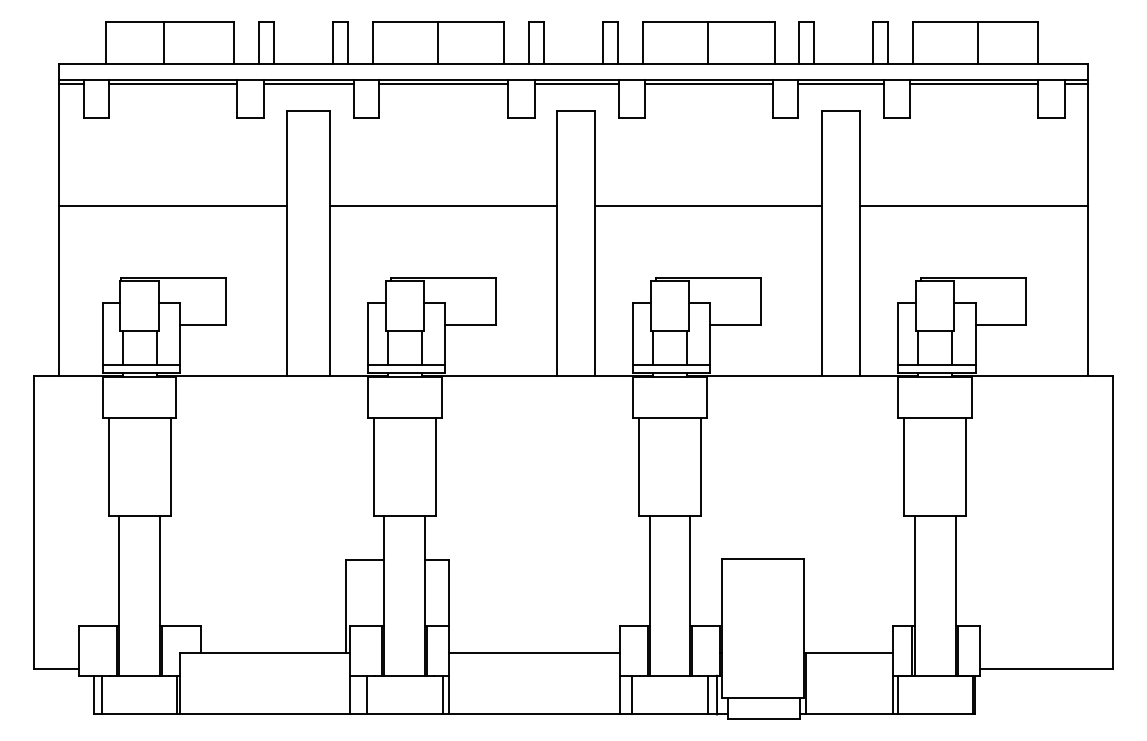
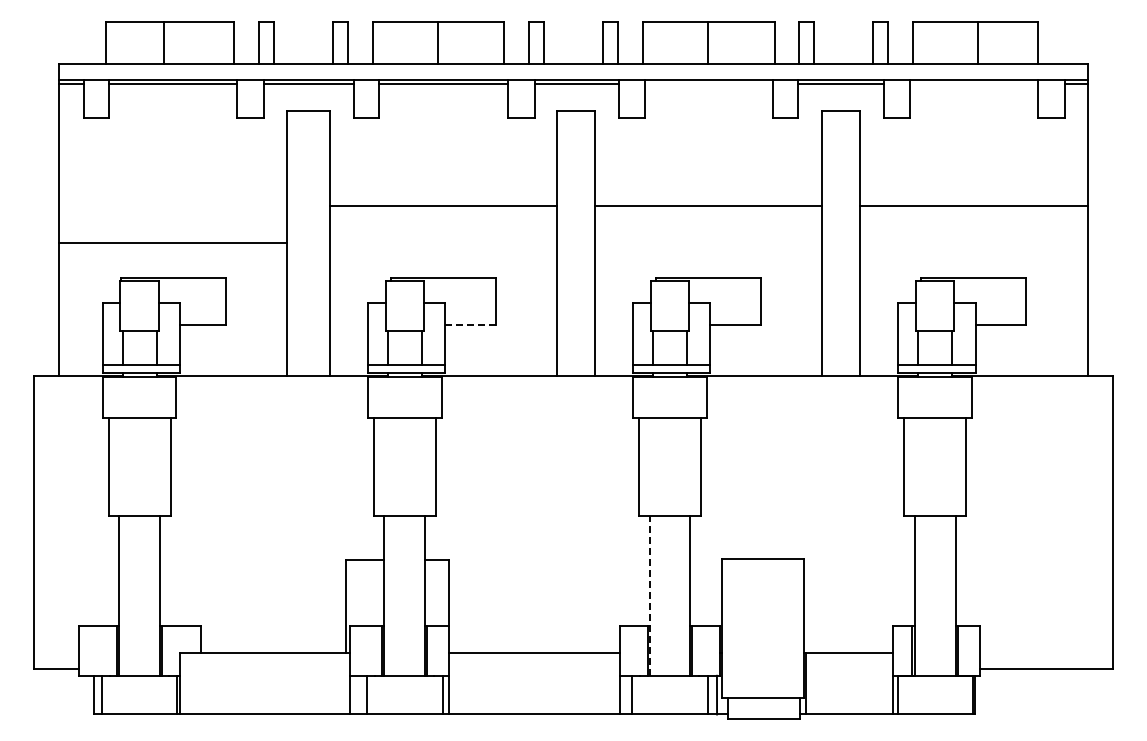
line at (708, 83): present -> none
line at (973, 83): present -> none
line at (173, 206) position: (173, 206) -> (173, 243)
line at (471, 324): solid -> dashed
line at (649, 596): solid -> dashed
